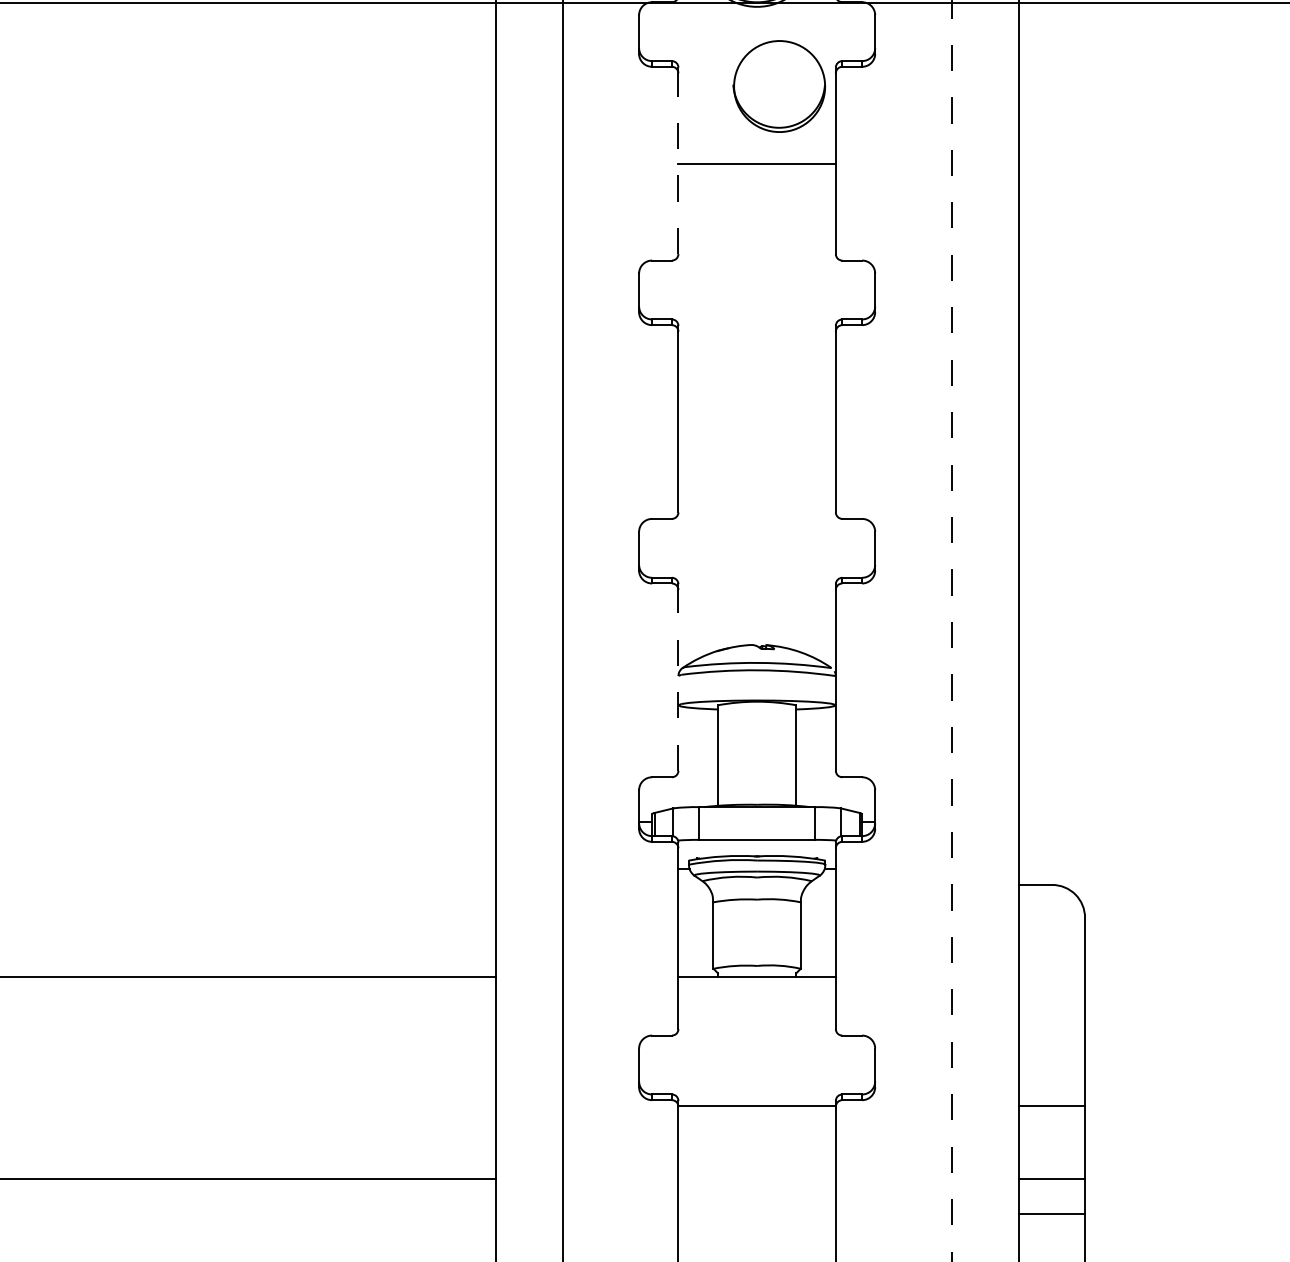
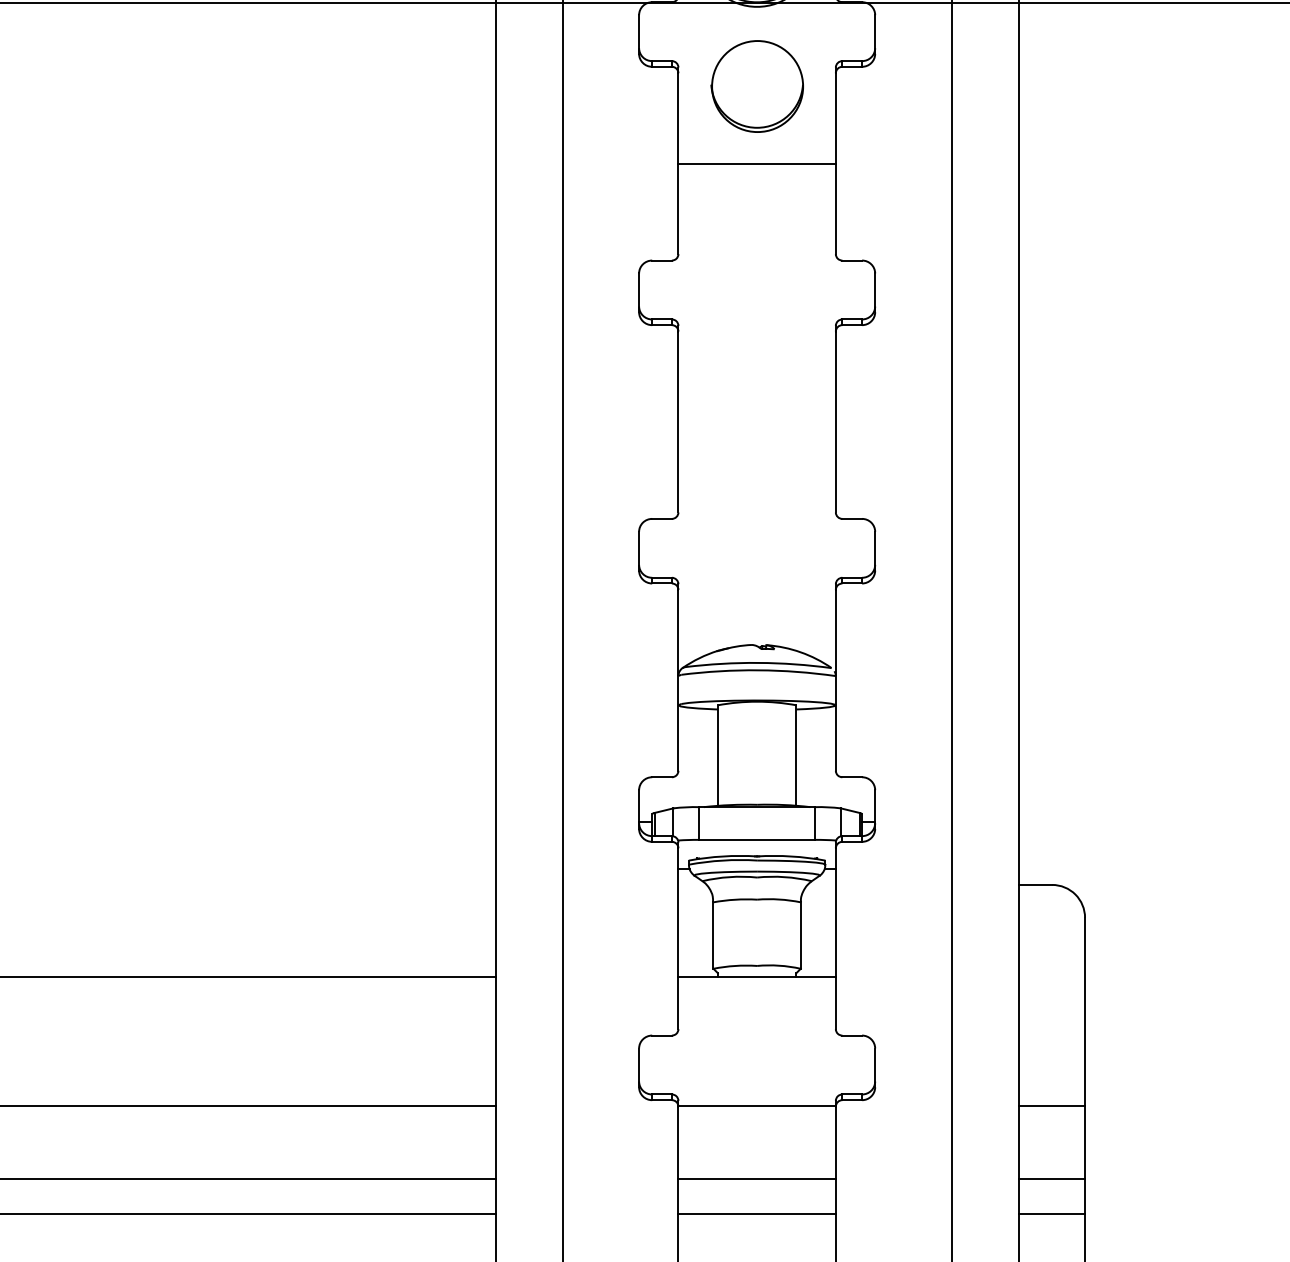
part at (778, 86) position: (778, 86) -> (756, 86)
line at (678, 163): dashed -> solid
line at (951, 631): dashed -> solid
line at (678, 679): dashed -> solid
line at (248, 1105): none -> present
line at (756, 1179): none -> present
line at (248, 1213): none -> present
line at (756, 1213): none -> present
